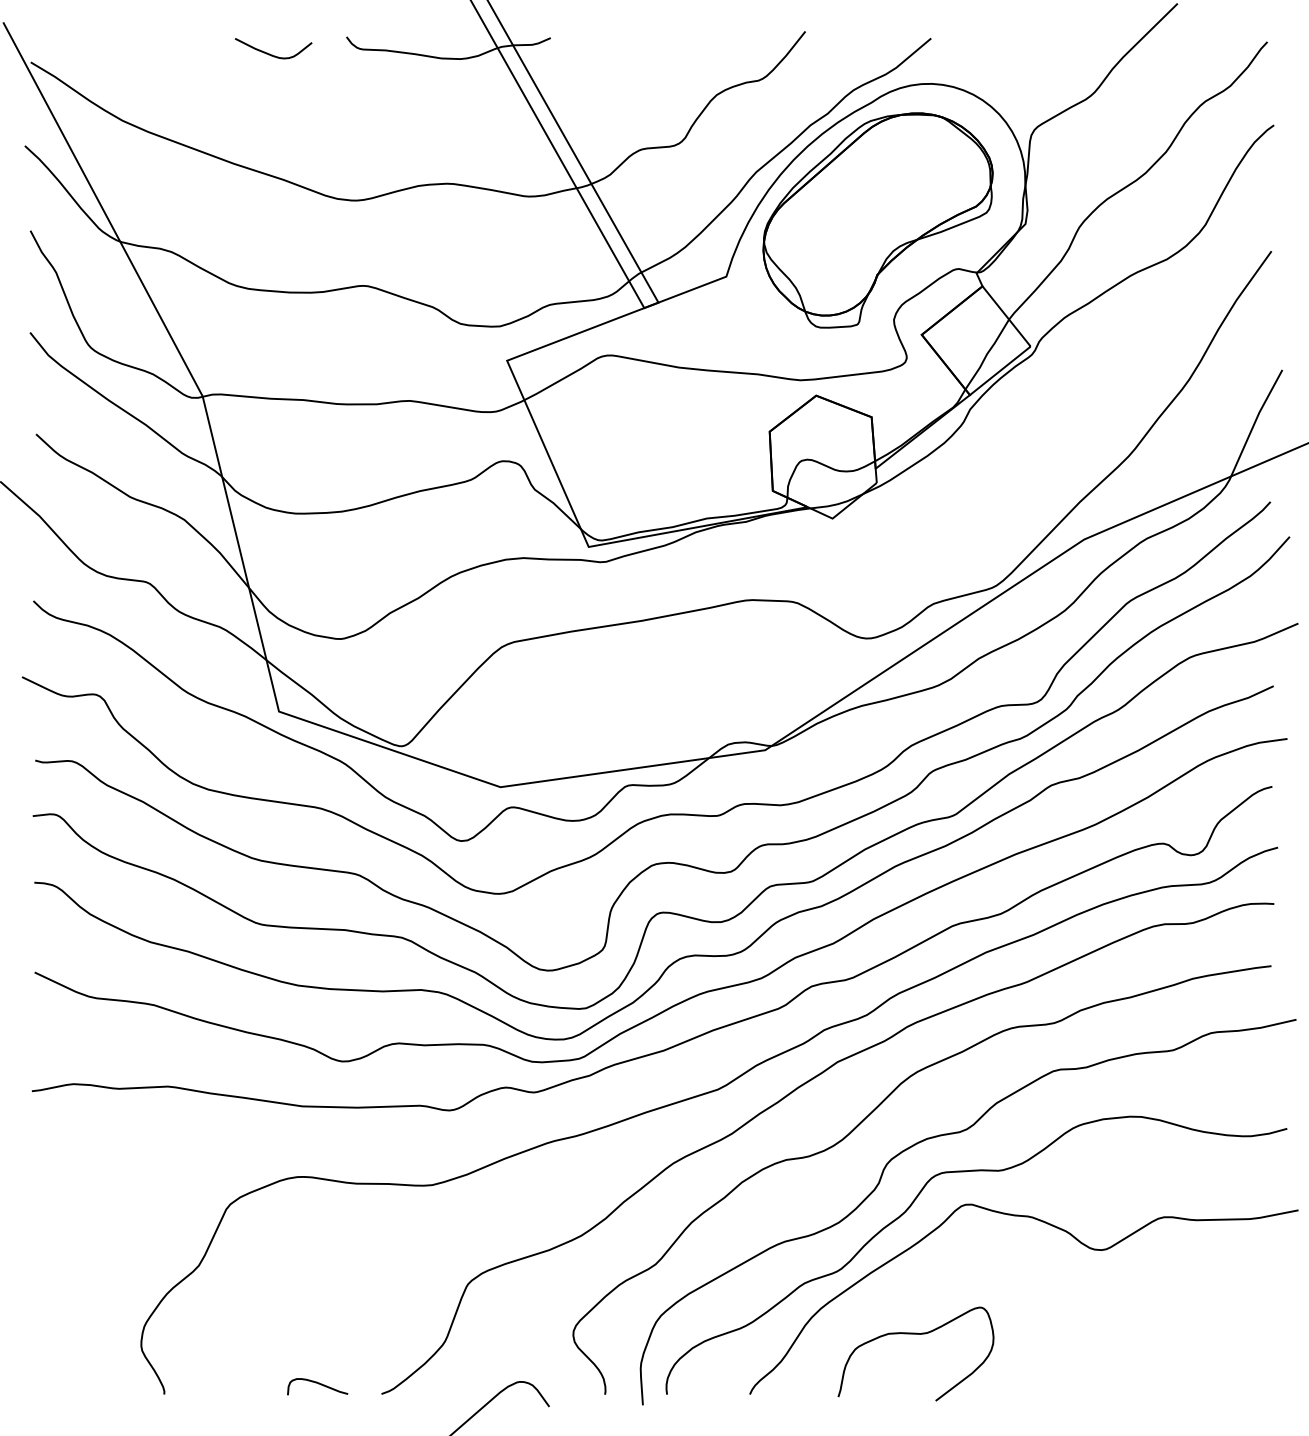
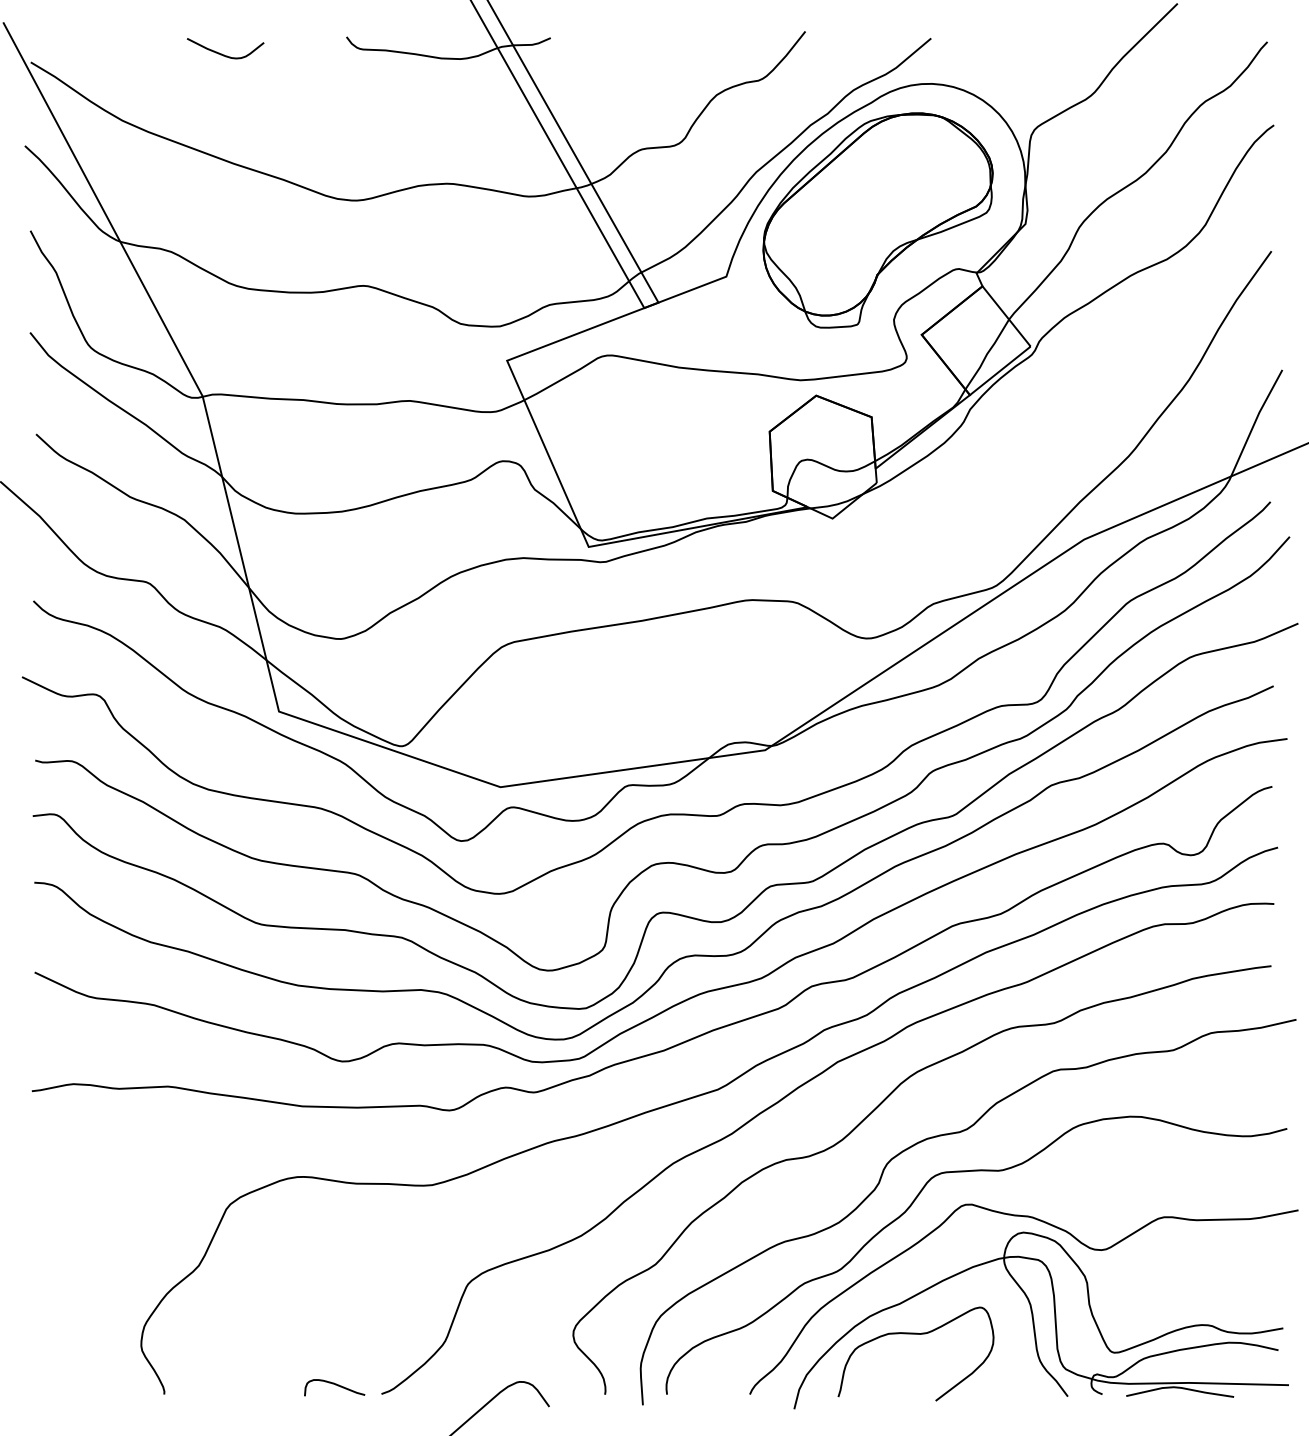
curve at (272, 54) position: (272, 54) -> (224, 54)
part at (1040, 1320): none -> present
curve at (318, 1384) position: (318, 1384) -> (335, 1385)
